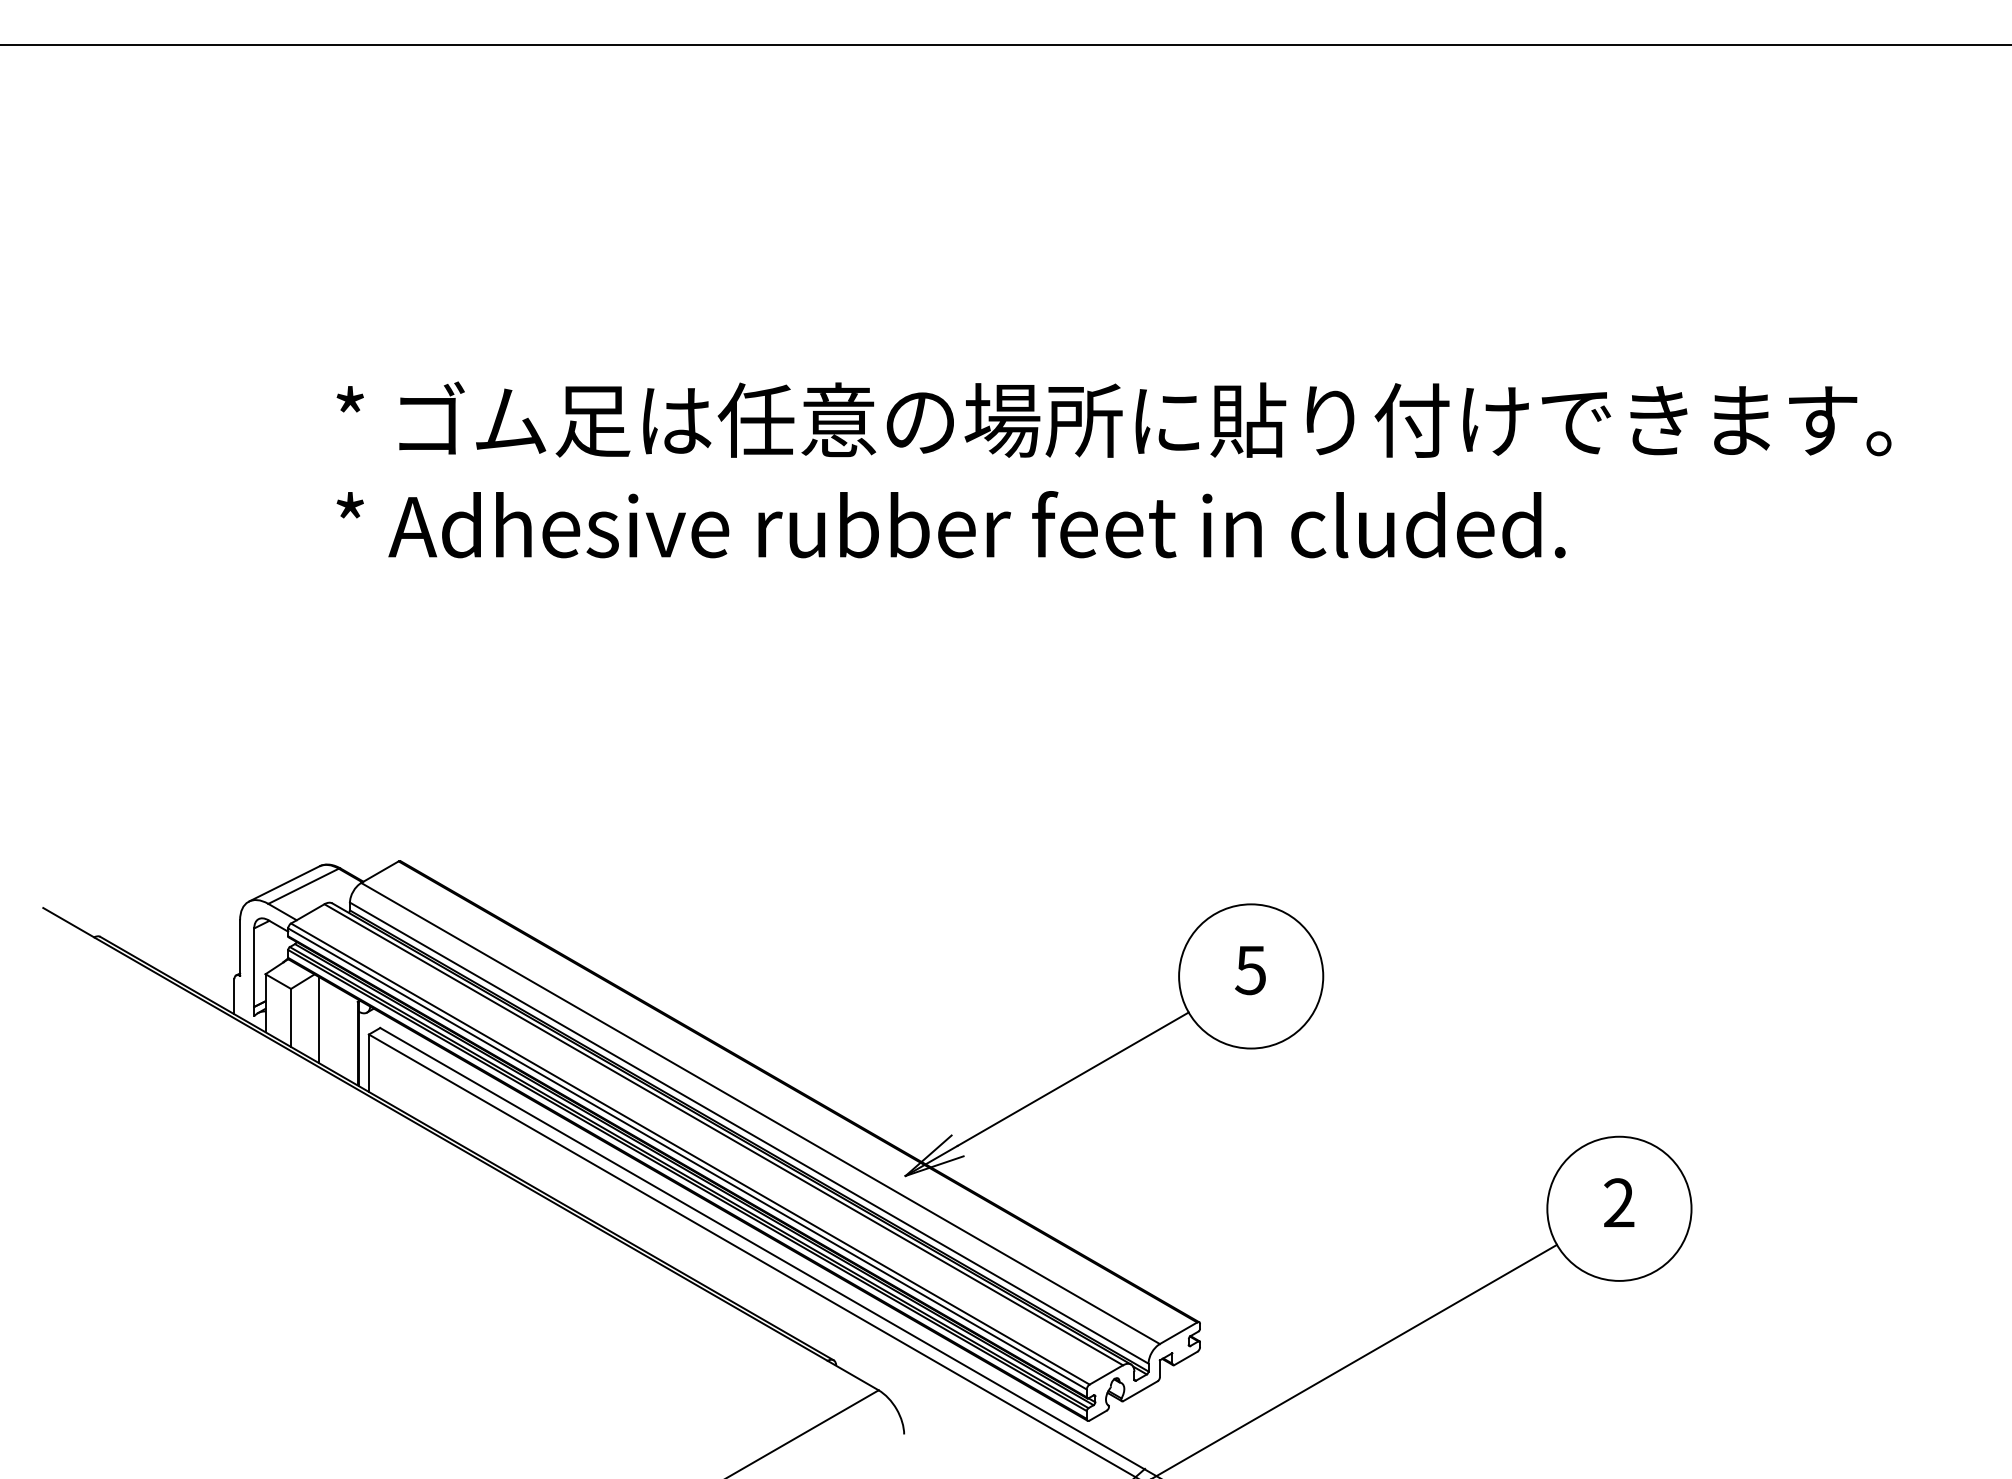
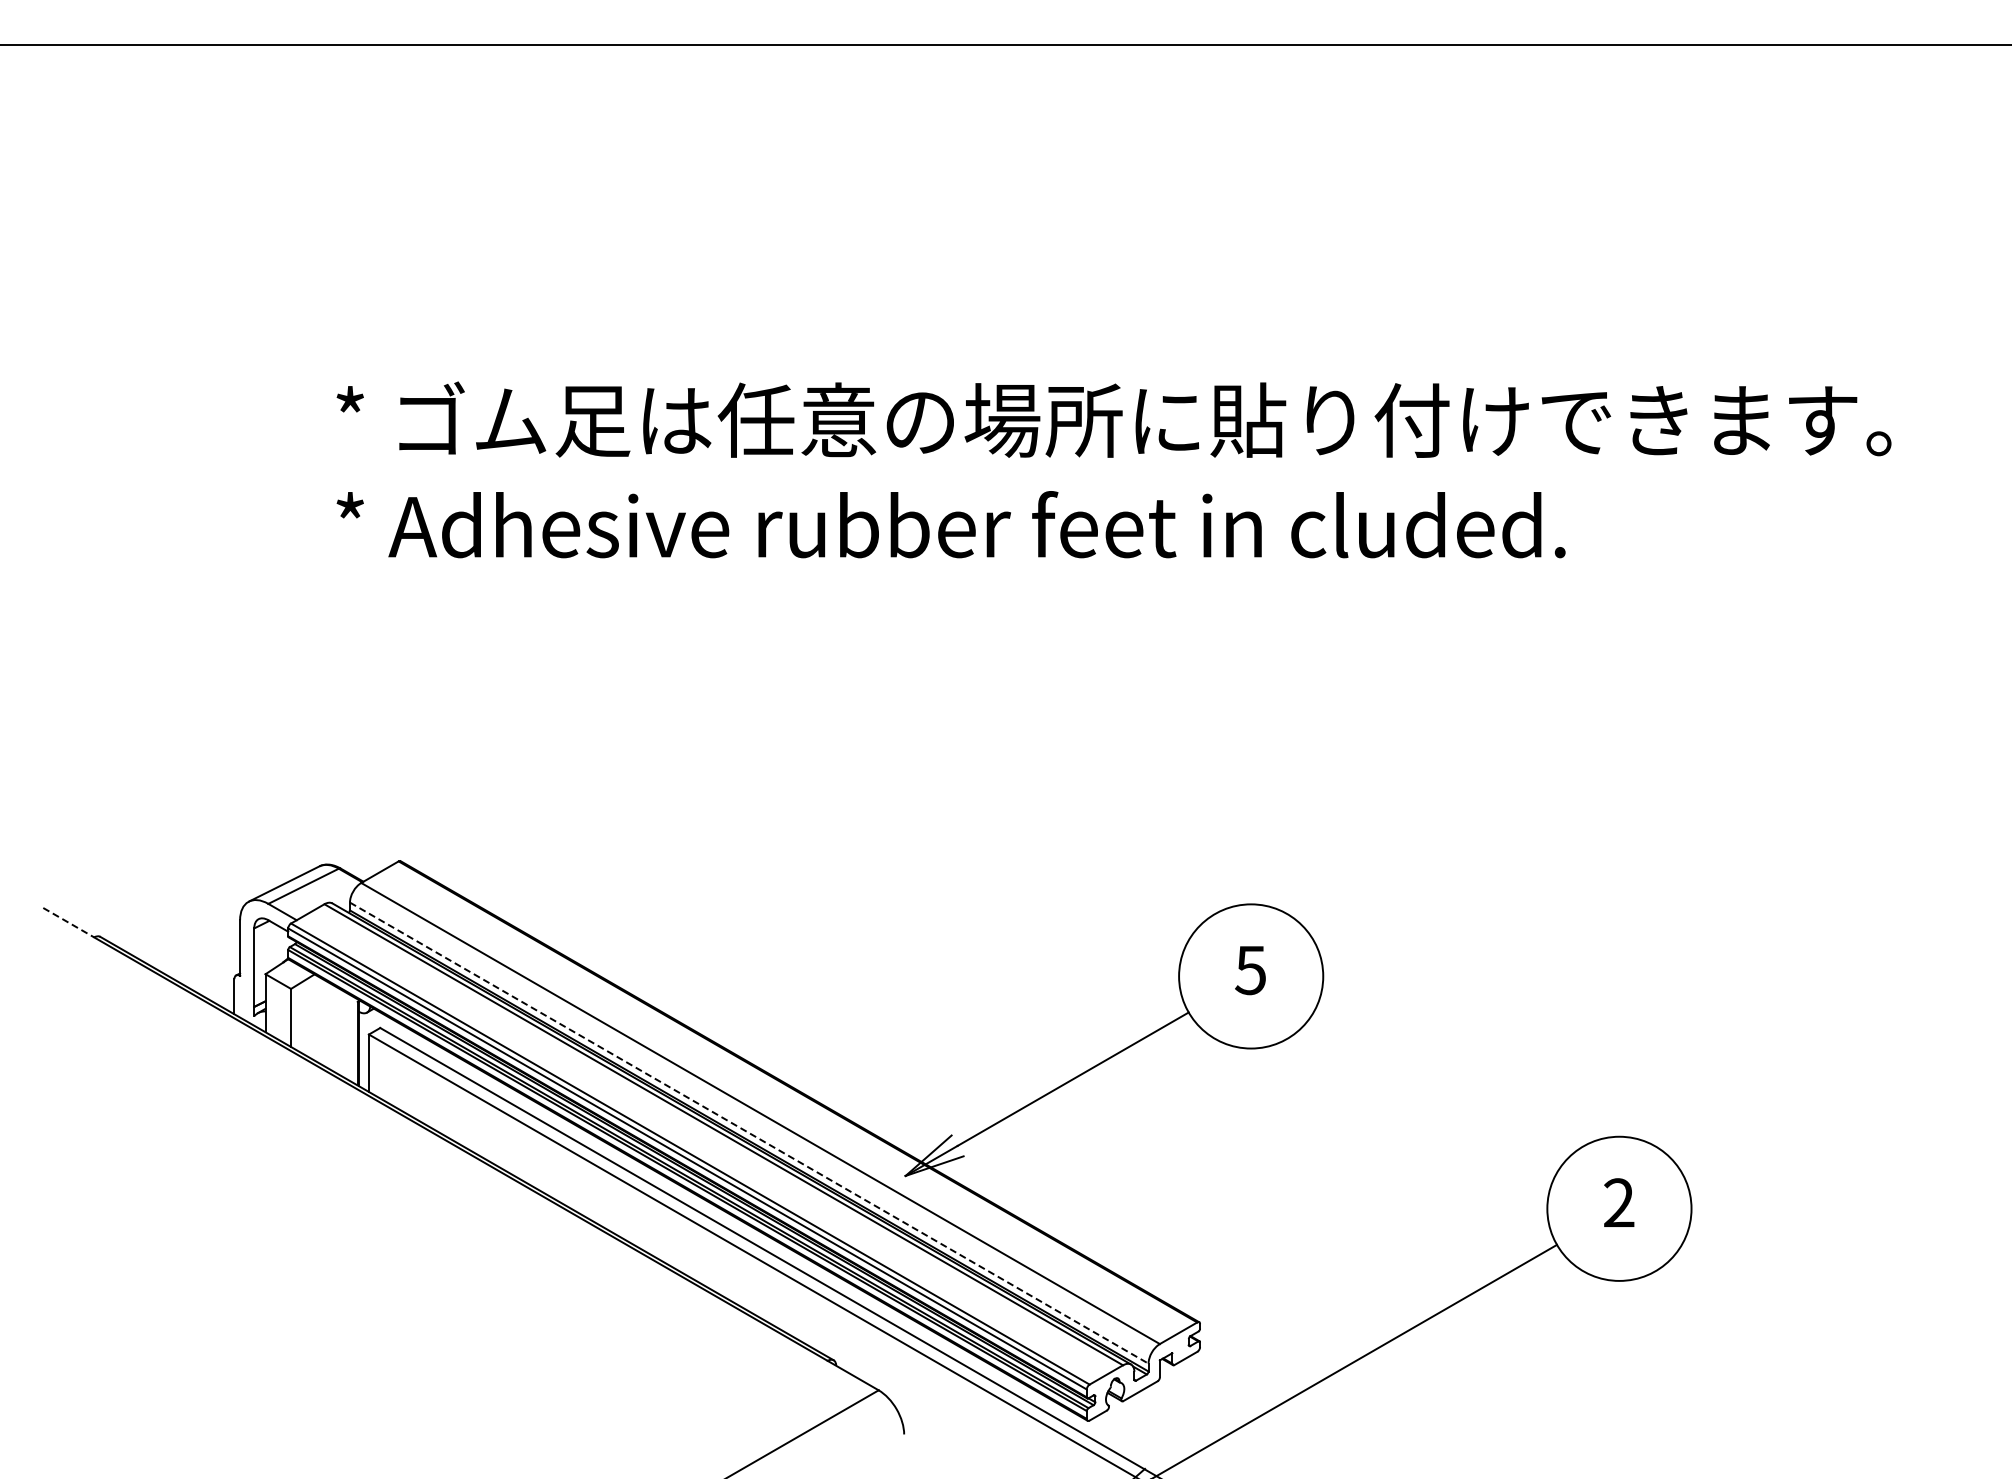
line at (69, 922): solid -> dashed
line at (319, 1020): present -> none
line at (749, 1133): solid -> dashed
